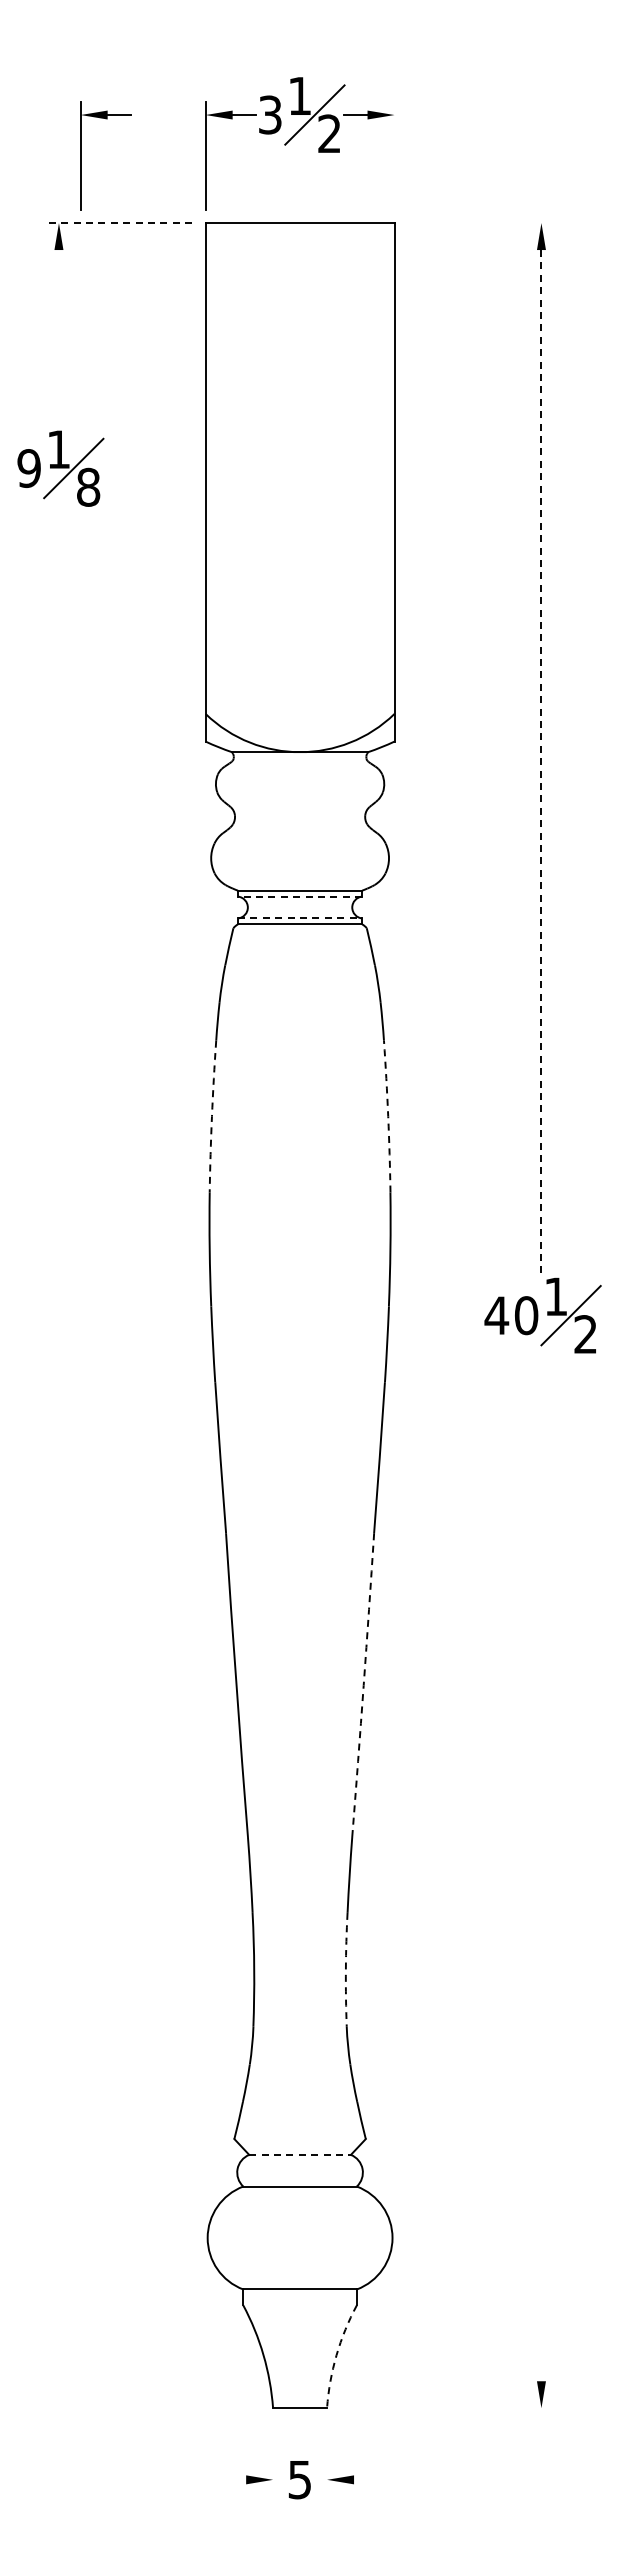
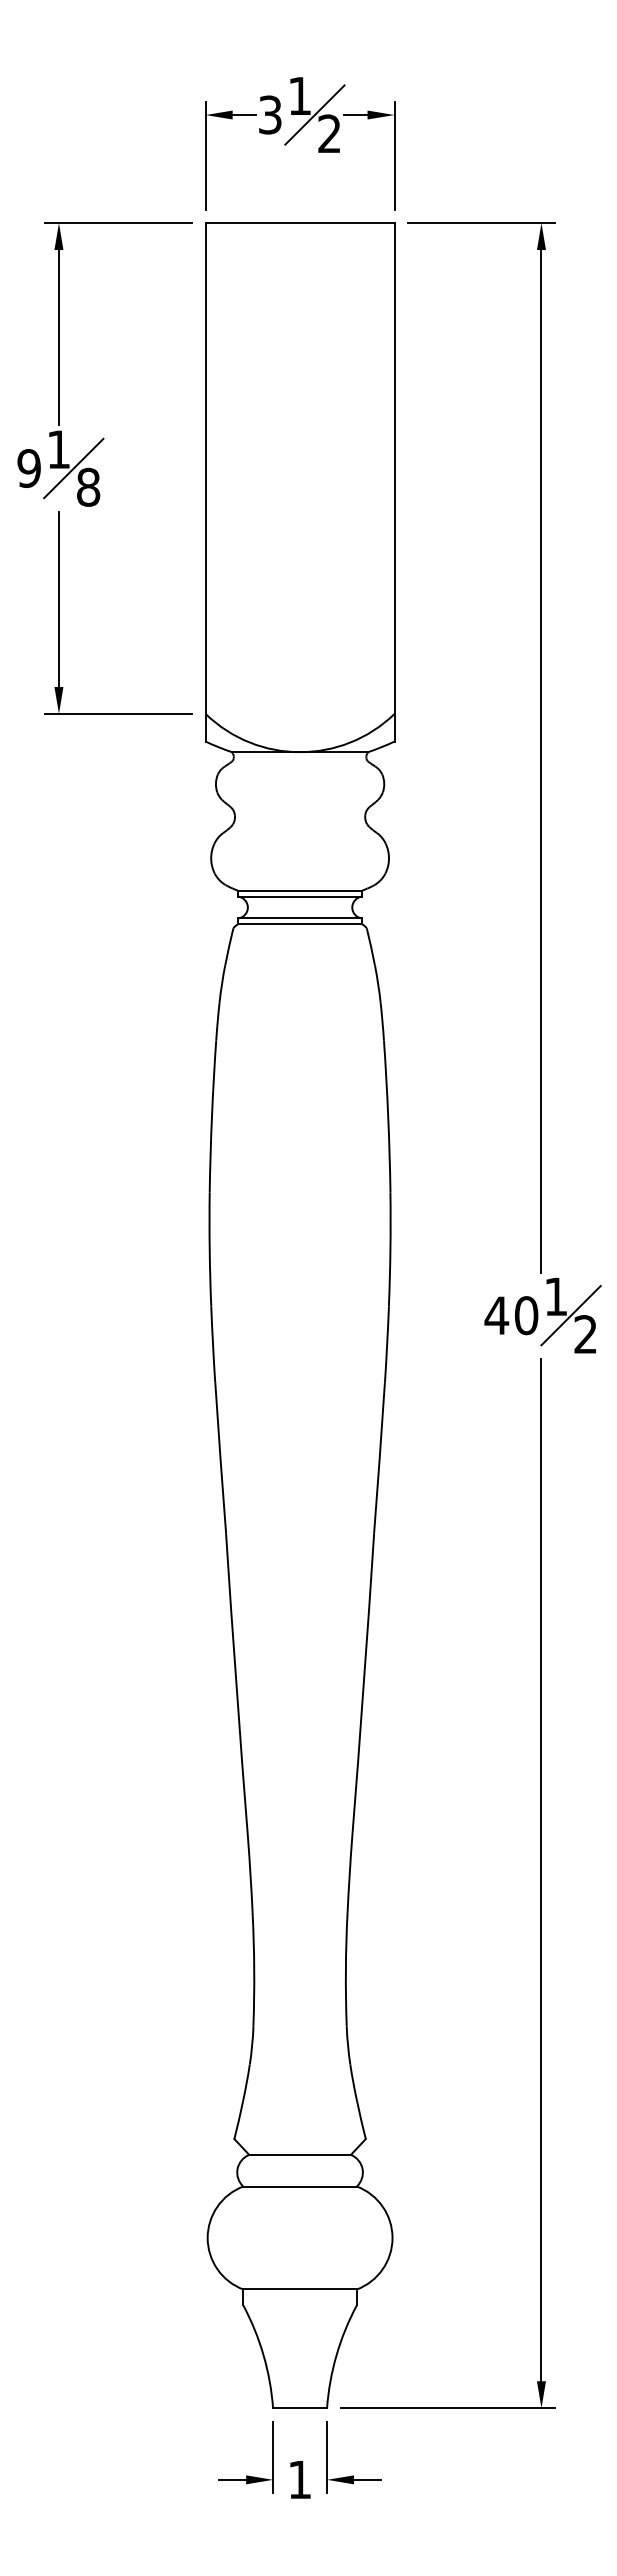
part at (81, 155): present -> none
line at (394, 155): none -> present
line at (118, 223): dashed -> solid
line at (481, 223): none -> present
line at (58, 337): none -> present
part at (59, 612): none -> present
line at (541, 761): dashed -> solid
line at (299, 896): dashed -> solid
line at (300, 918): dashed -> solid
arc at (211, 1116): dashed -> solid
arc at (388, 1116): dashed -> solid
arc at (363, 1685): dashed -> solid
line at (541, 1869): none -> present
arc at (345, 1969): dashed -> solid
line at (300, 2154): dashed -> solid
arc at (336, 2355): dashed -> solid
line at (447, 2408): none -> present
line at (273, 2457): none -> present
line at (327, 2457): none -> present
line at (232, 2479): none -> present
line at (367, 2479): none -> present
text at (299, 2480): 5 -> 1
